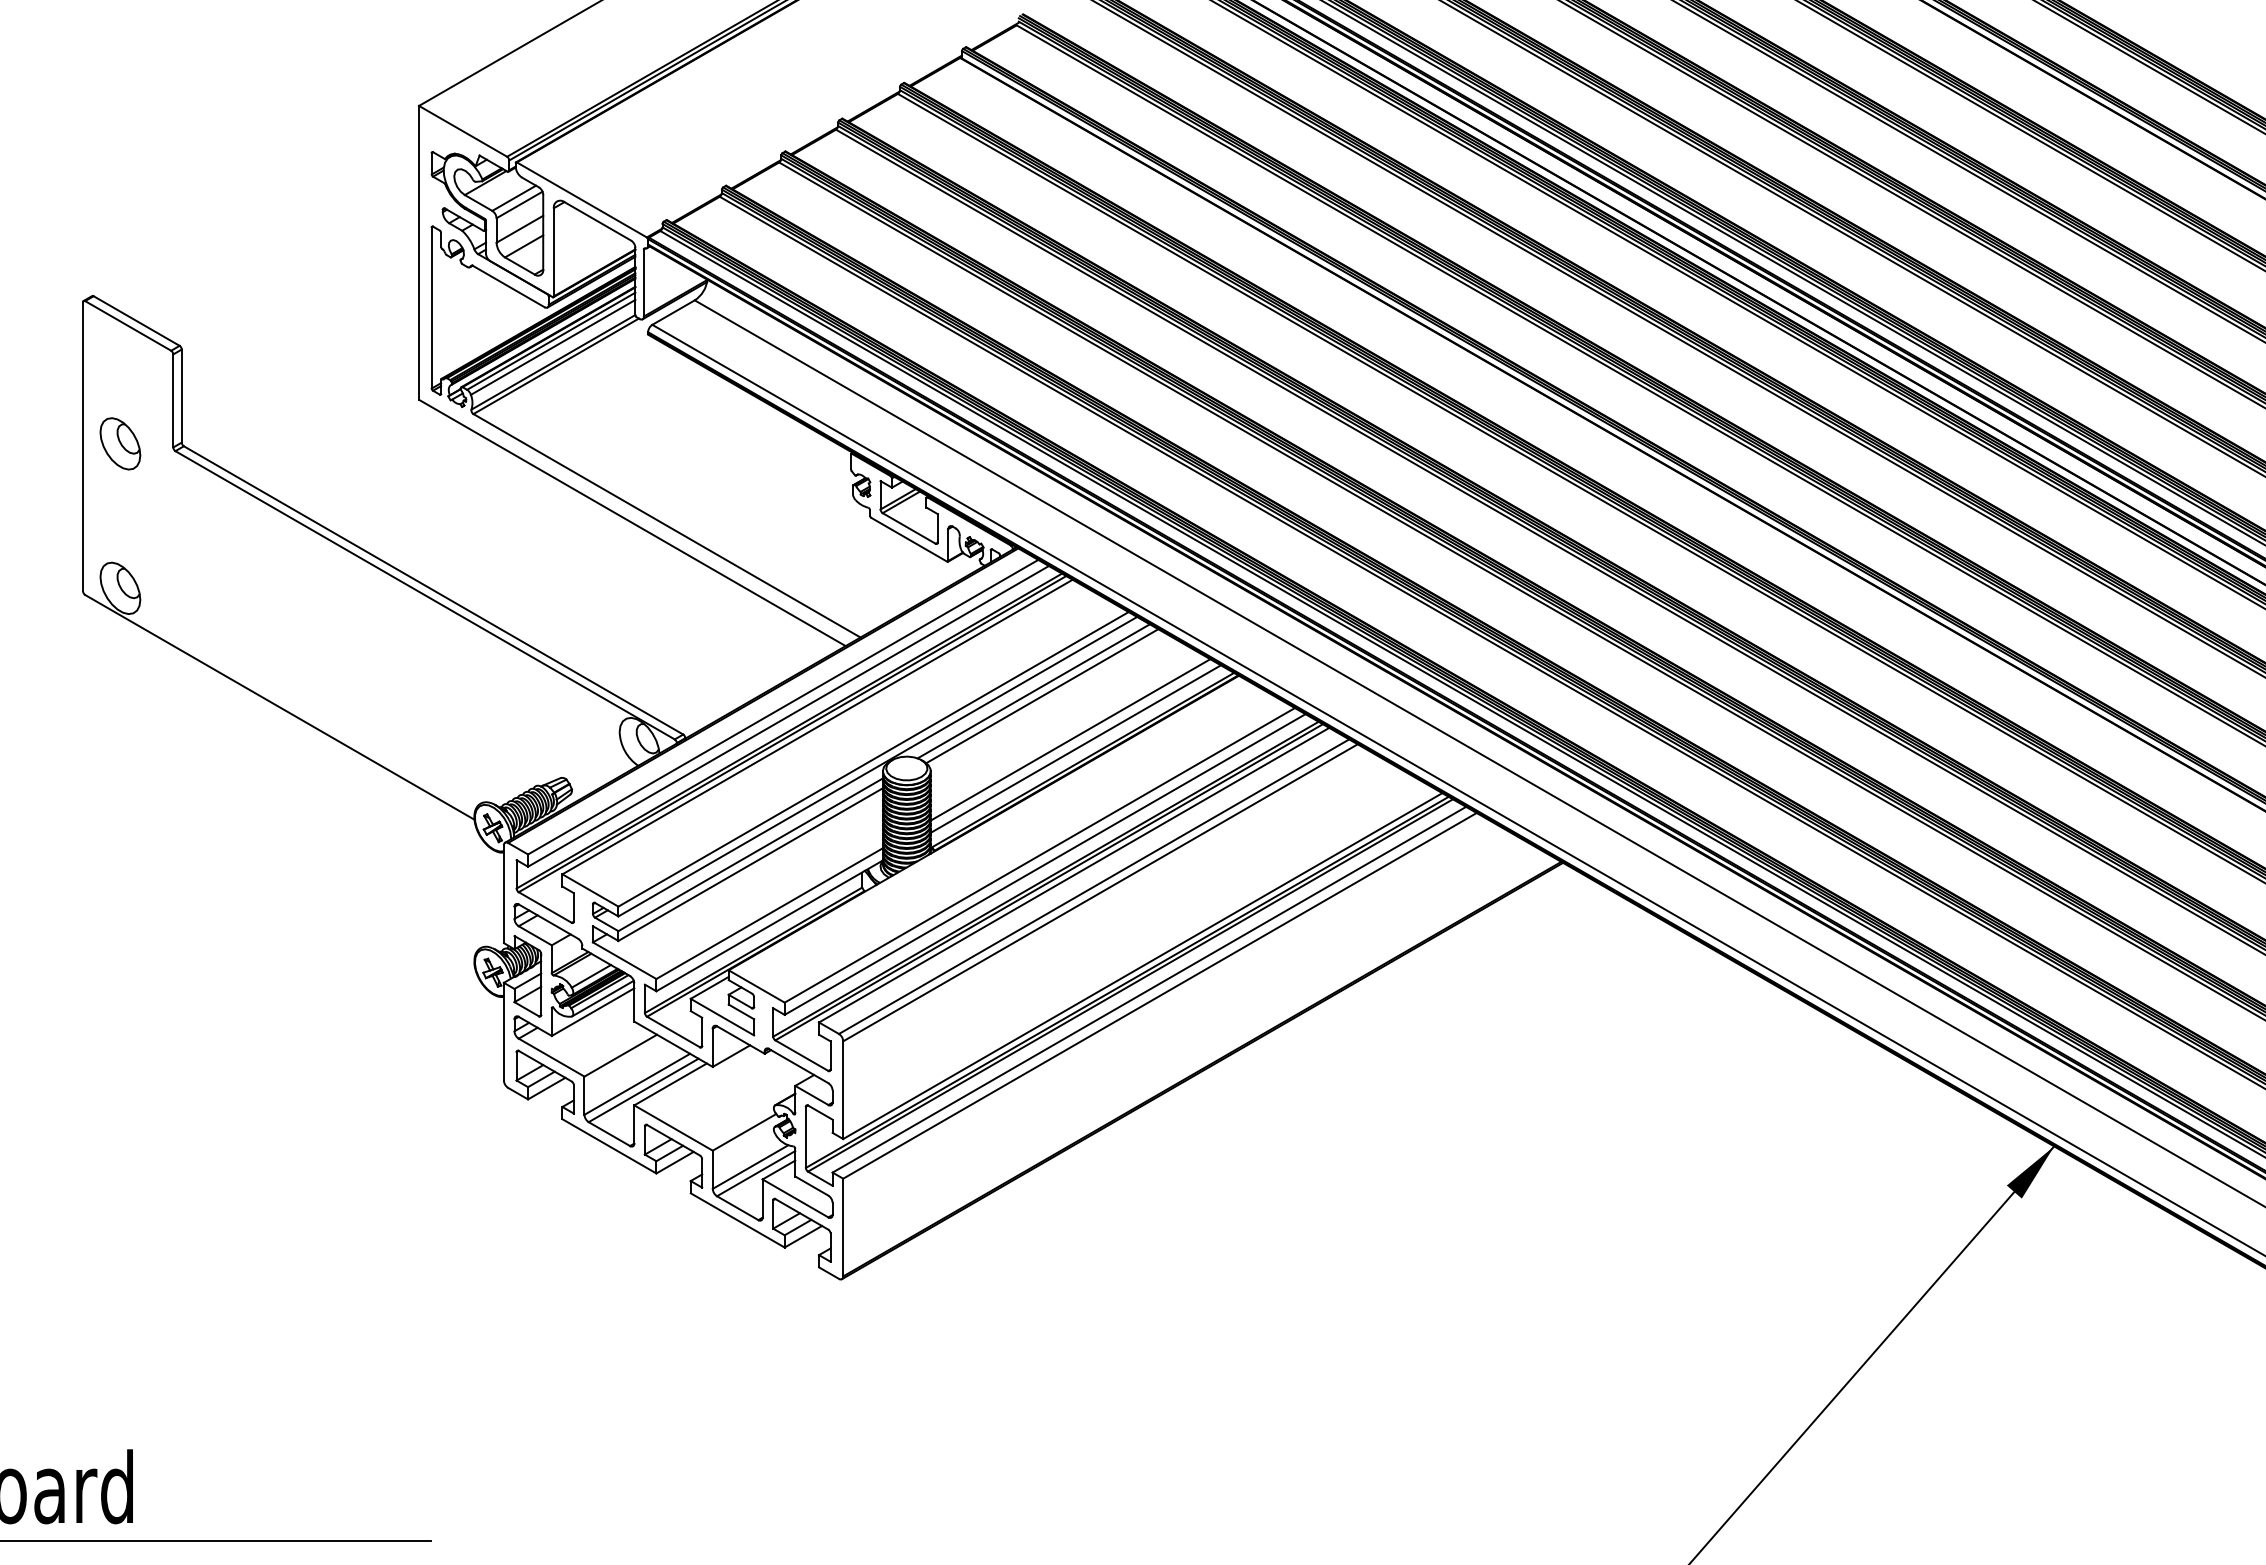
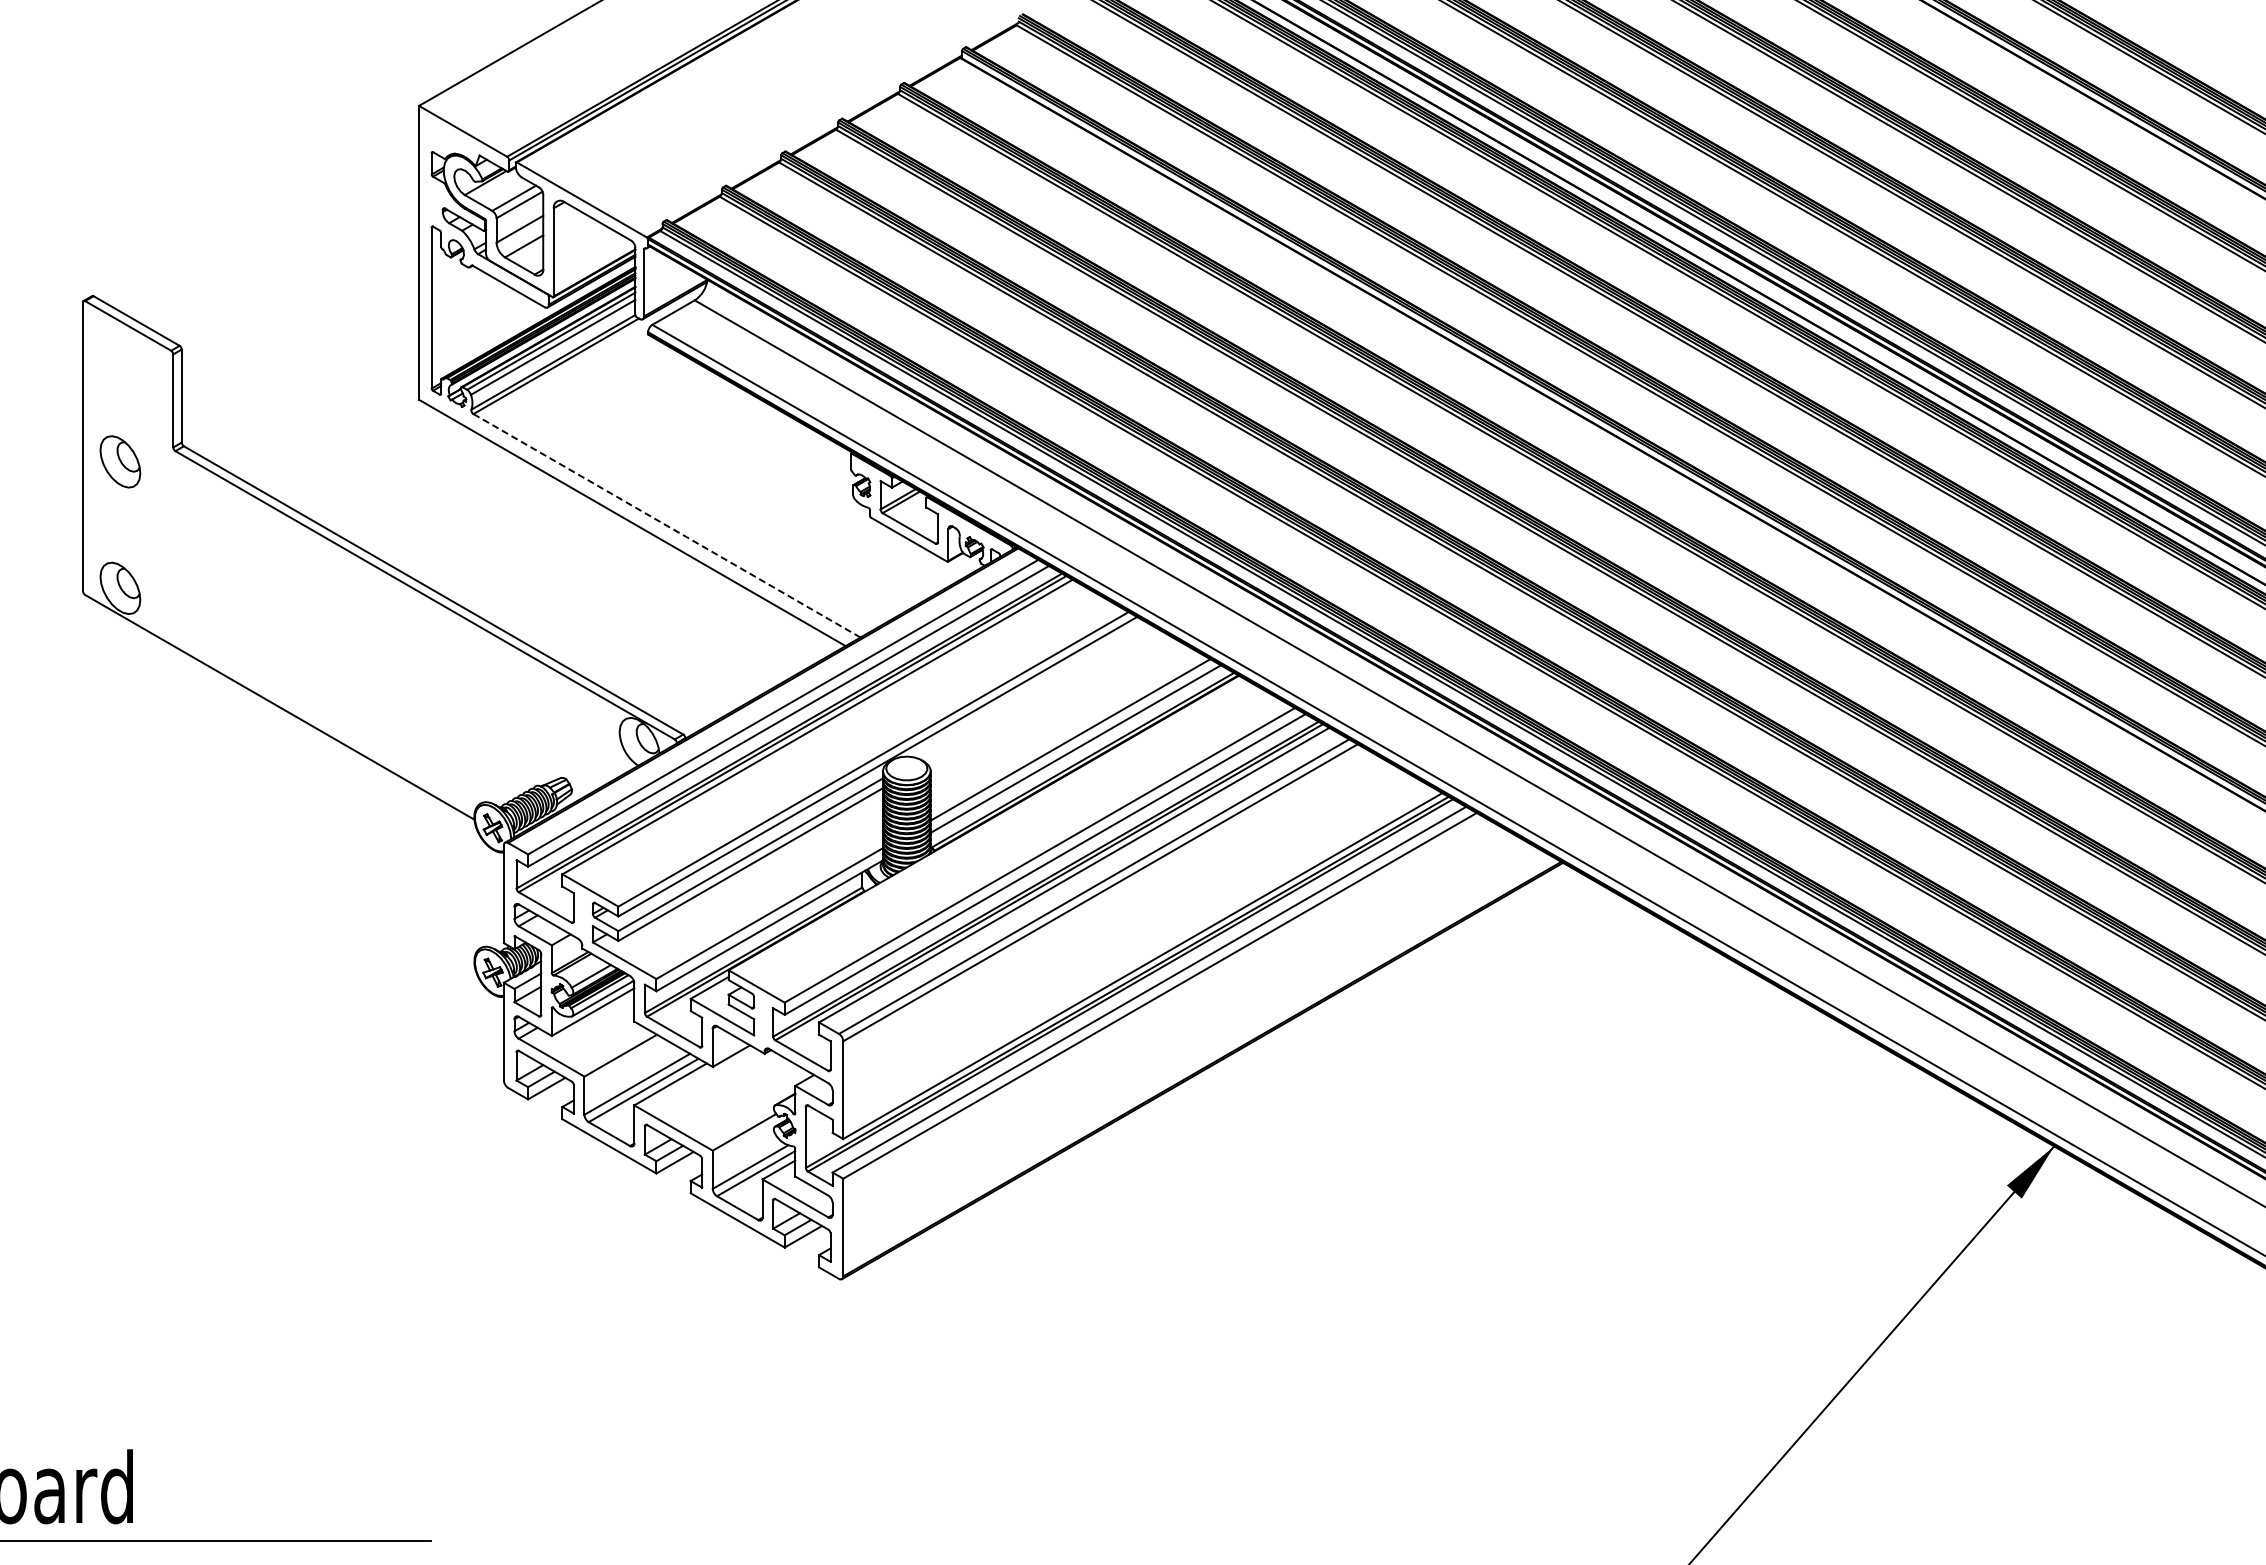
part at (120, 443) position: (120, 443) -> (120, 461)
line at (666, 525): solid -> dashed
line at (1033, 691): present -> none
line at (1042, 696): present -> none
